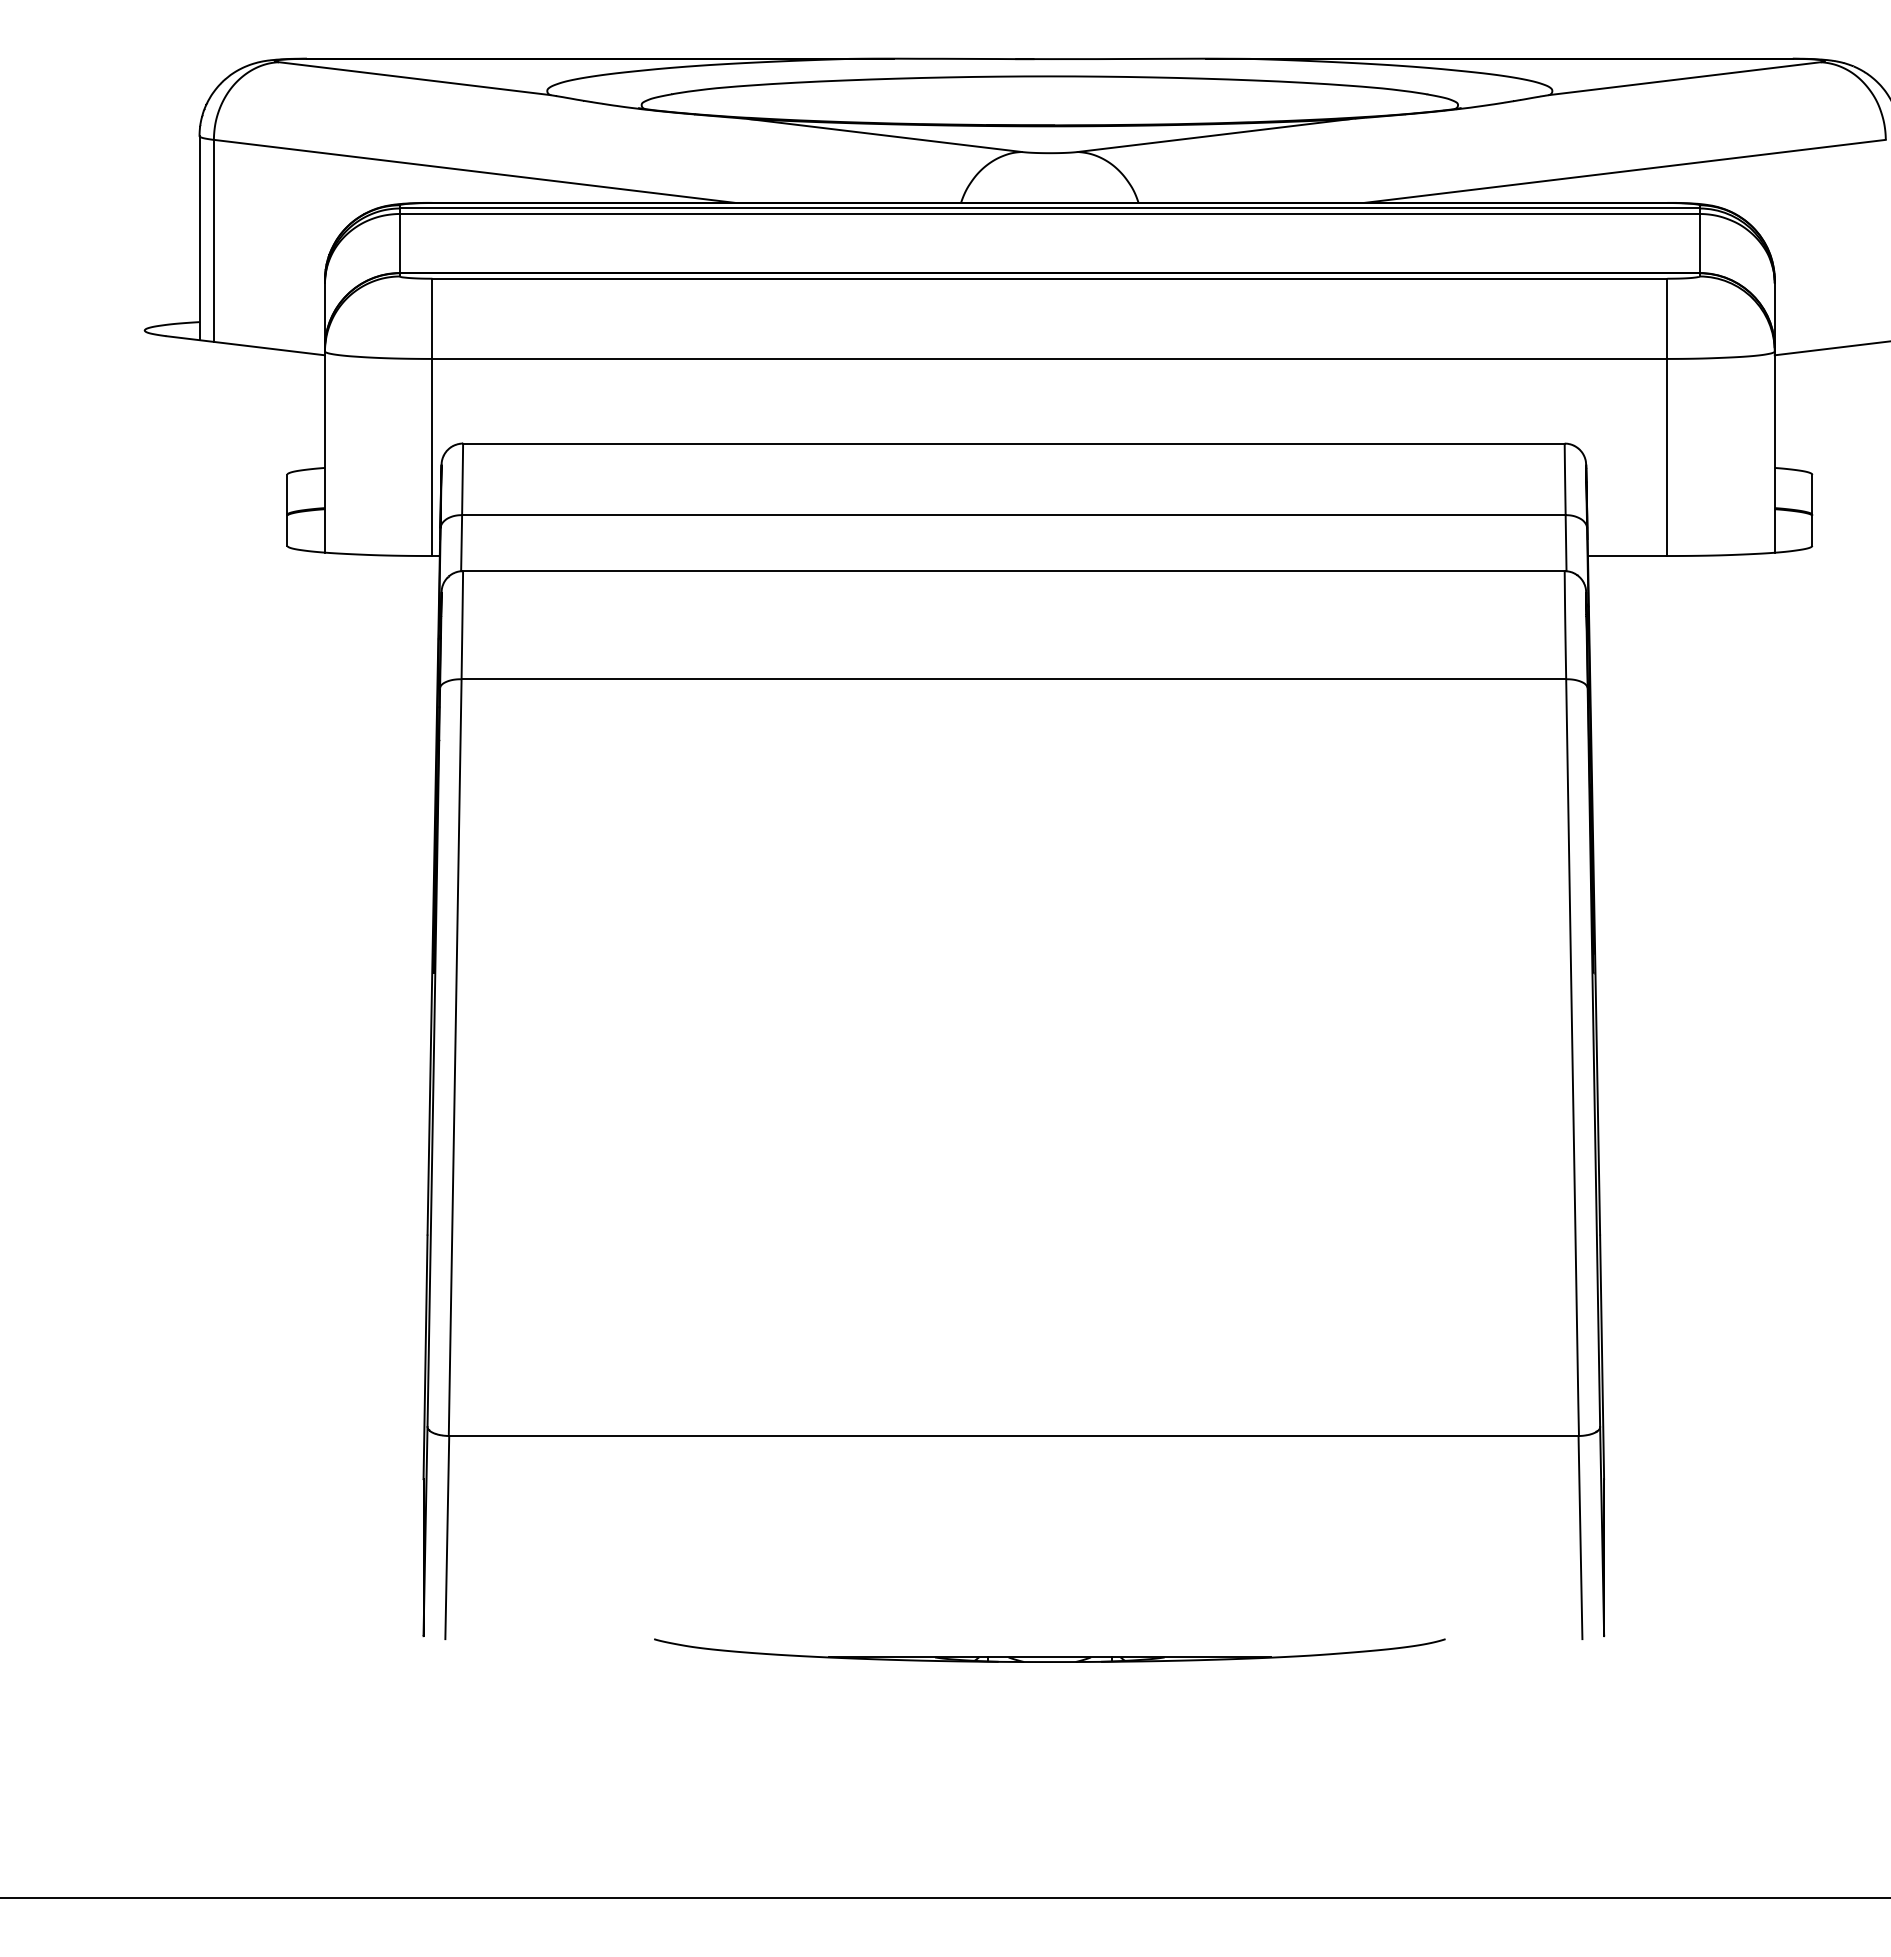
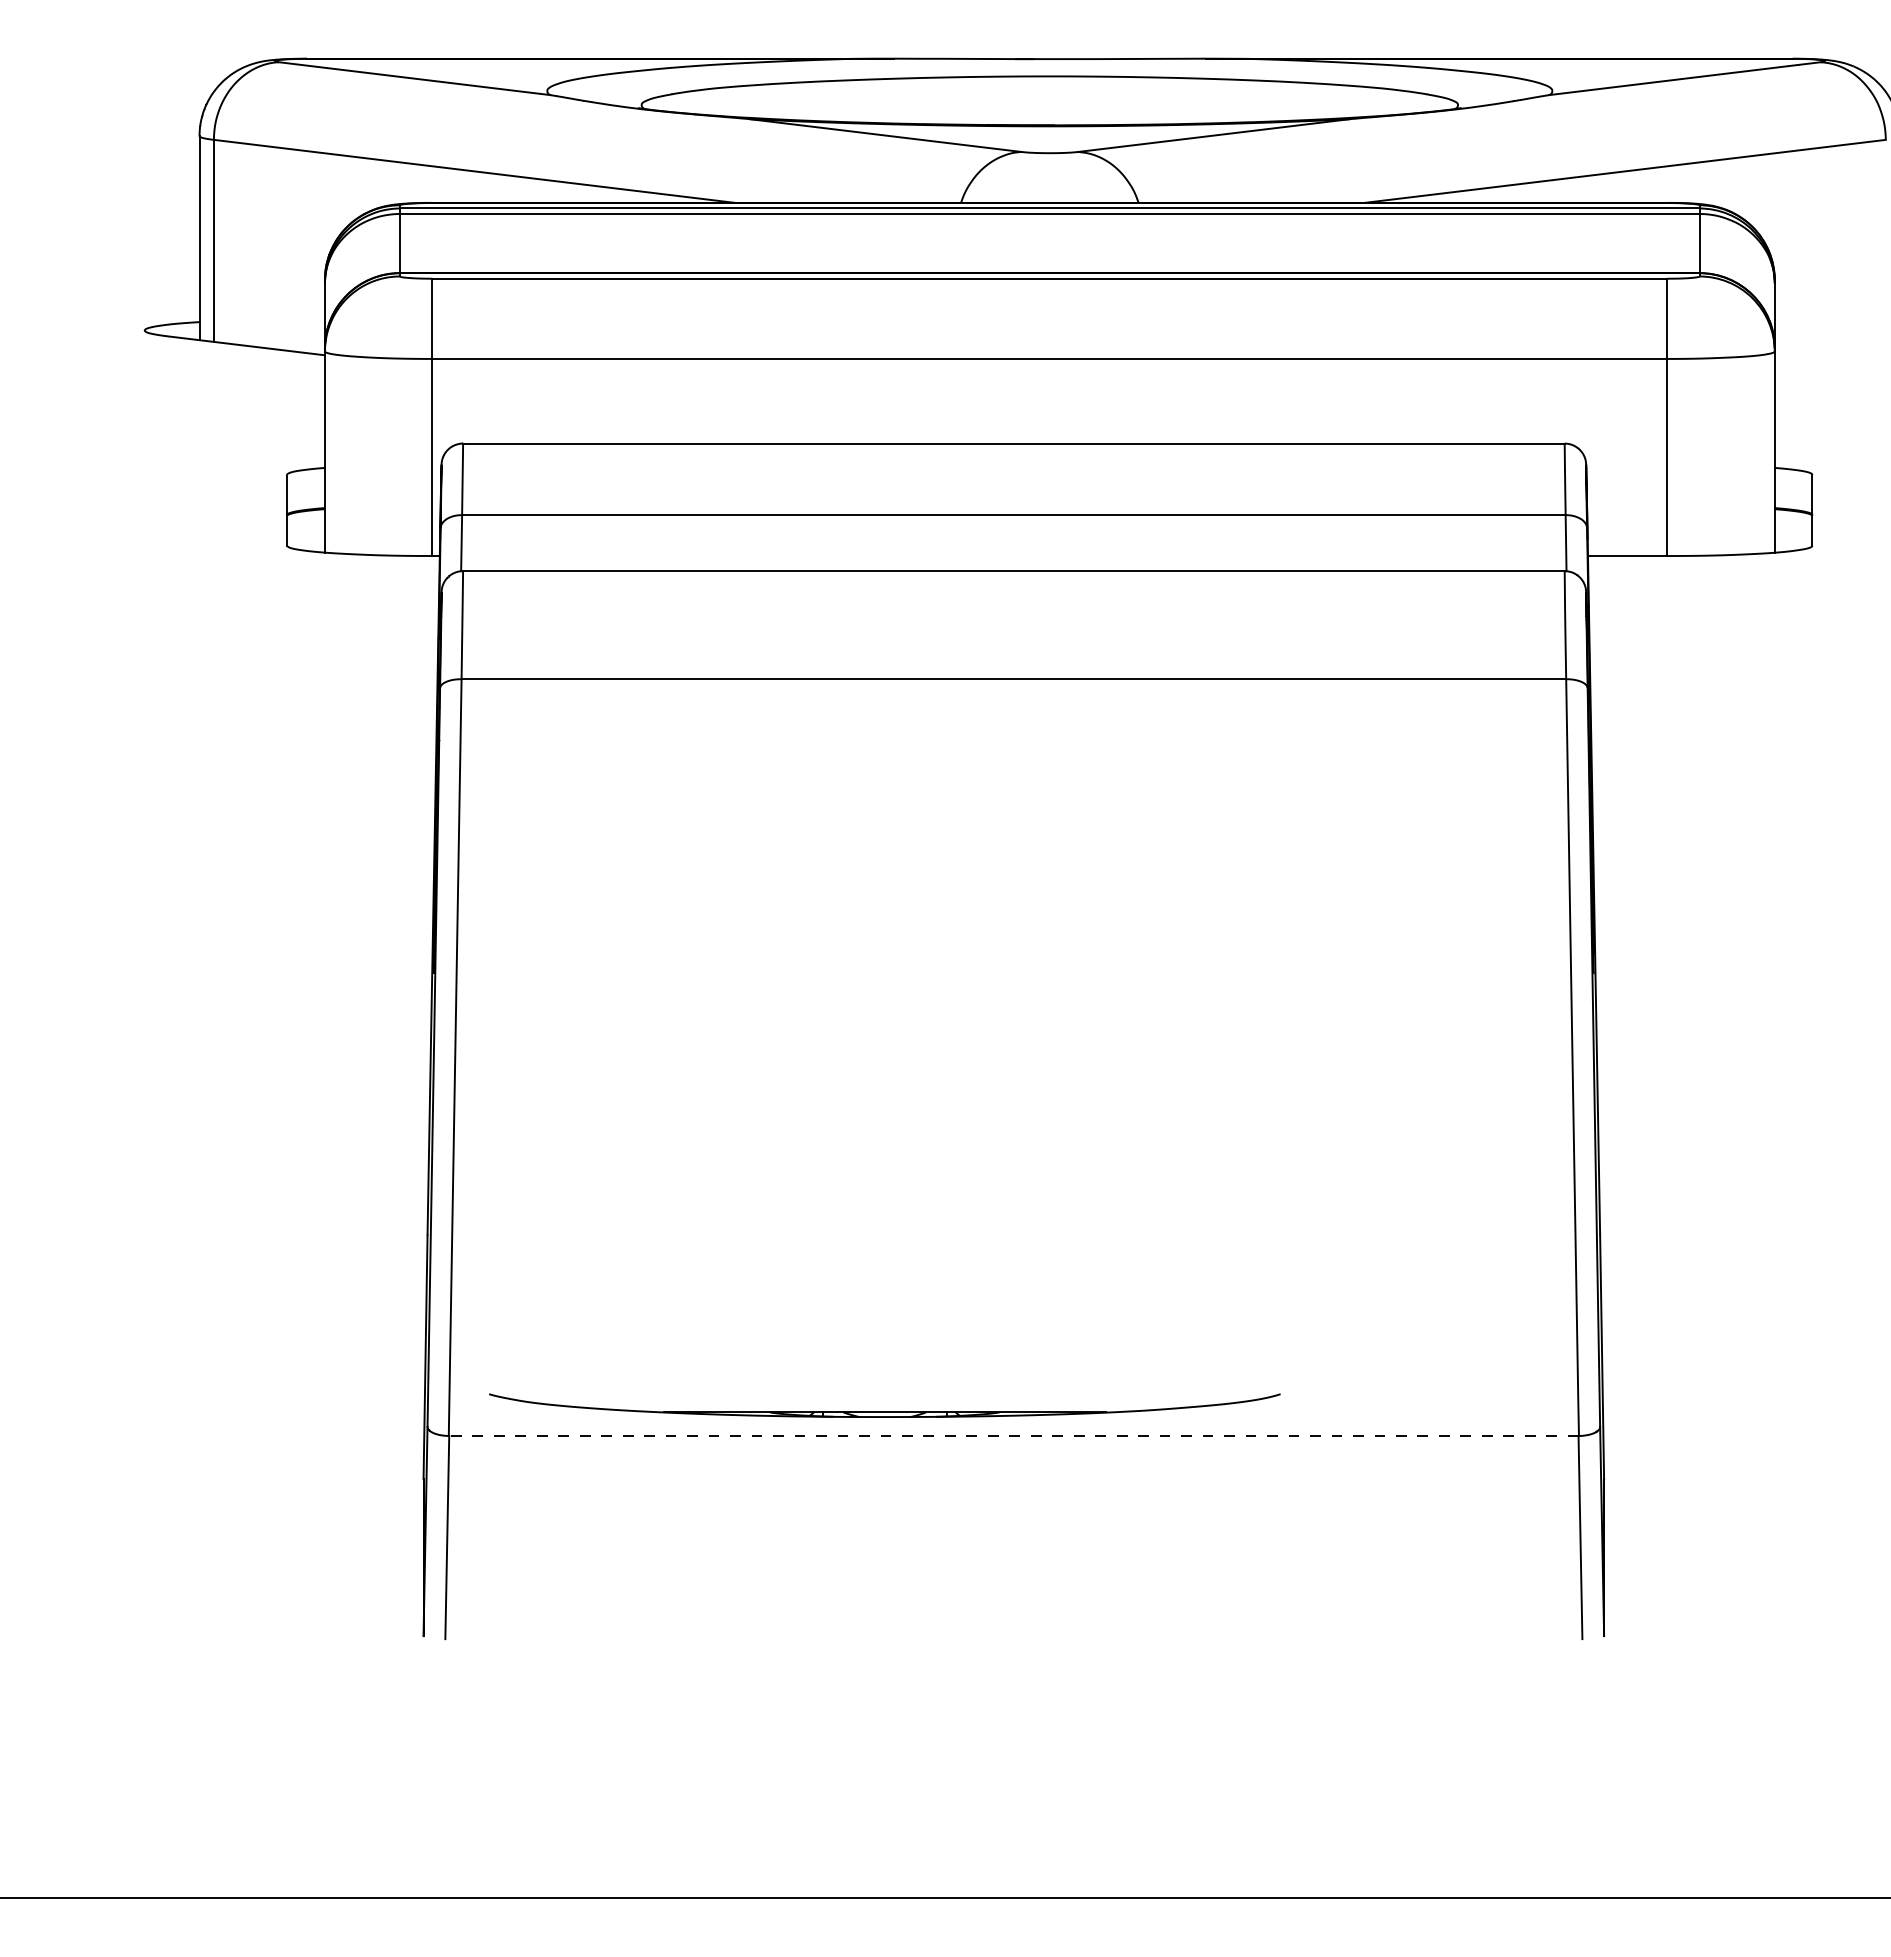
line at (1830, 348): present -> none
line at (1013, 1435): solid -> dashed
part at (1049, 1650) position: (1049, 1650) -> (884, 1405)
